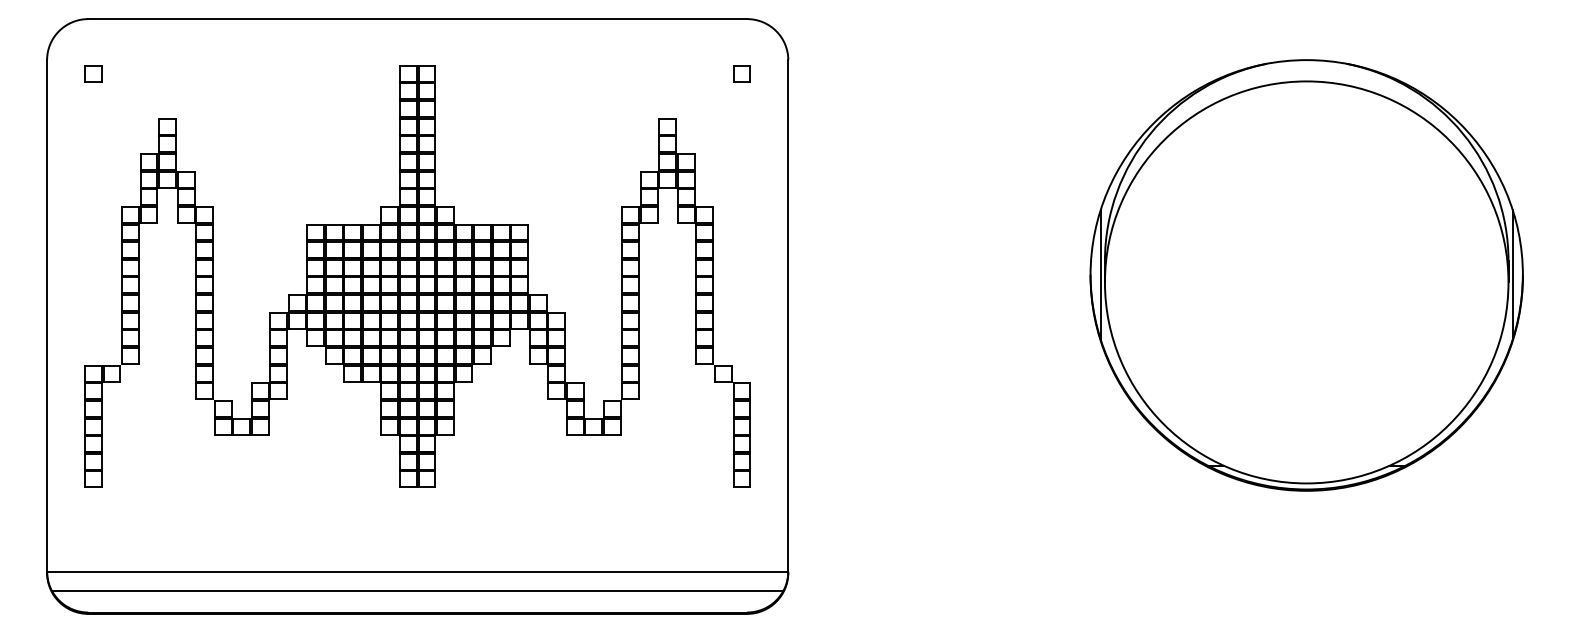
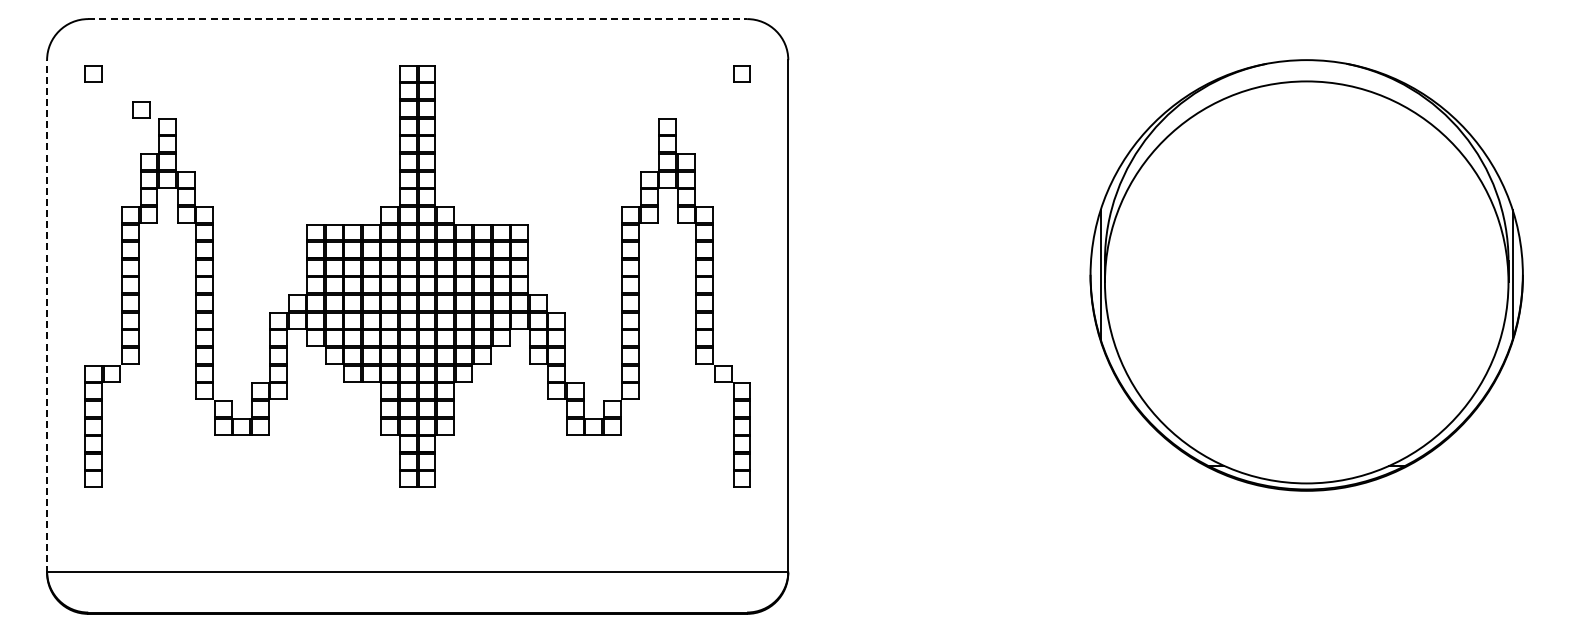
line at (418, 19): solid -> dashed
part at (141, 109): none -> present
line at (47, 316): solid -> dashed
line at (417, 591): present -> none
